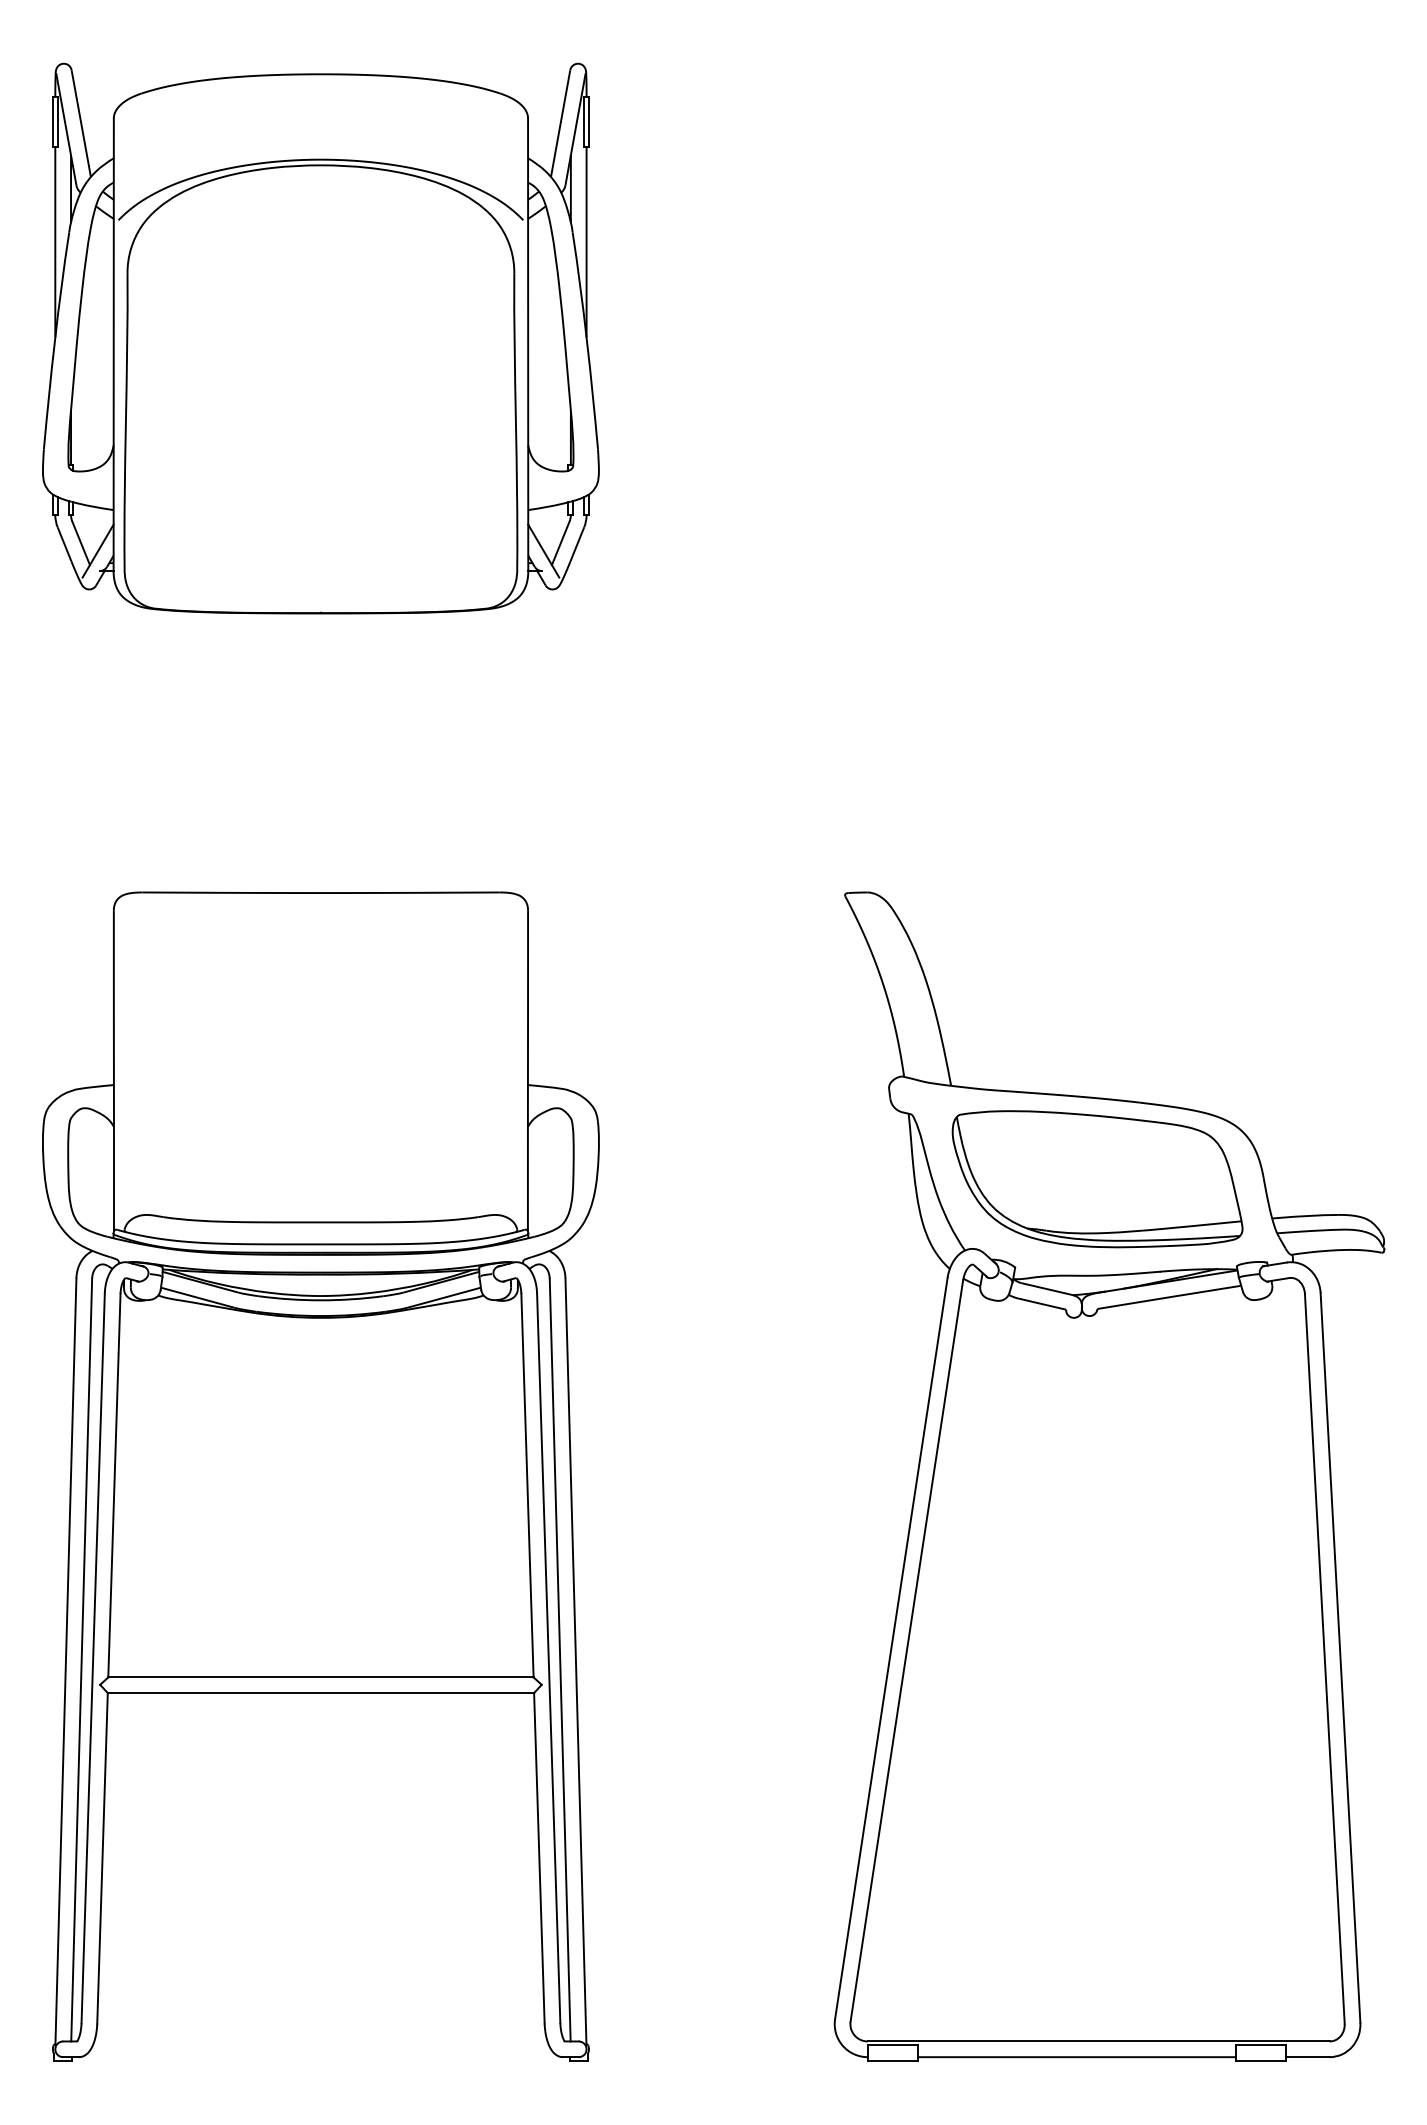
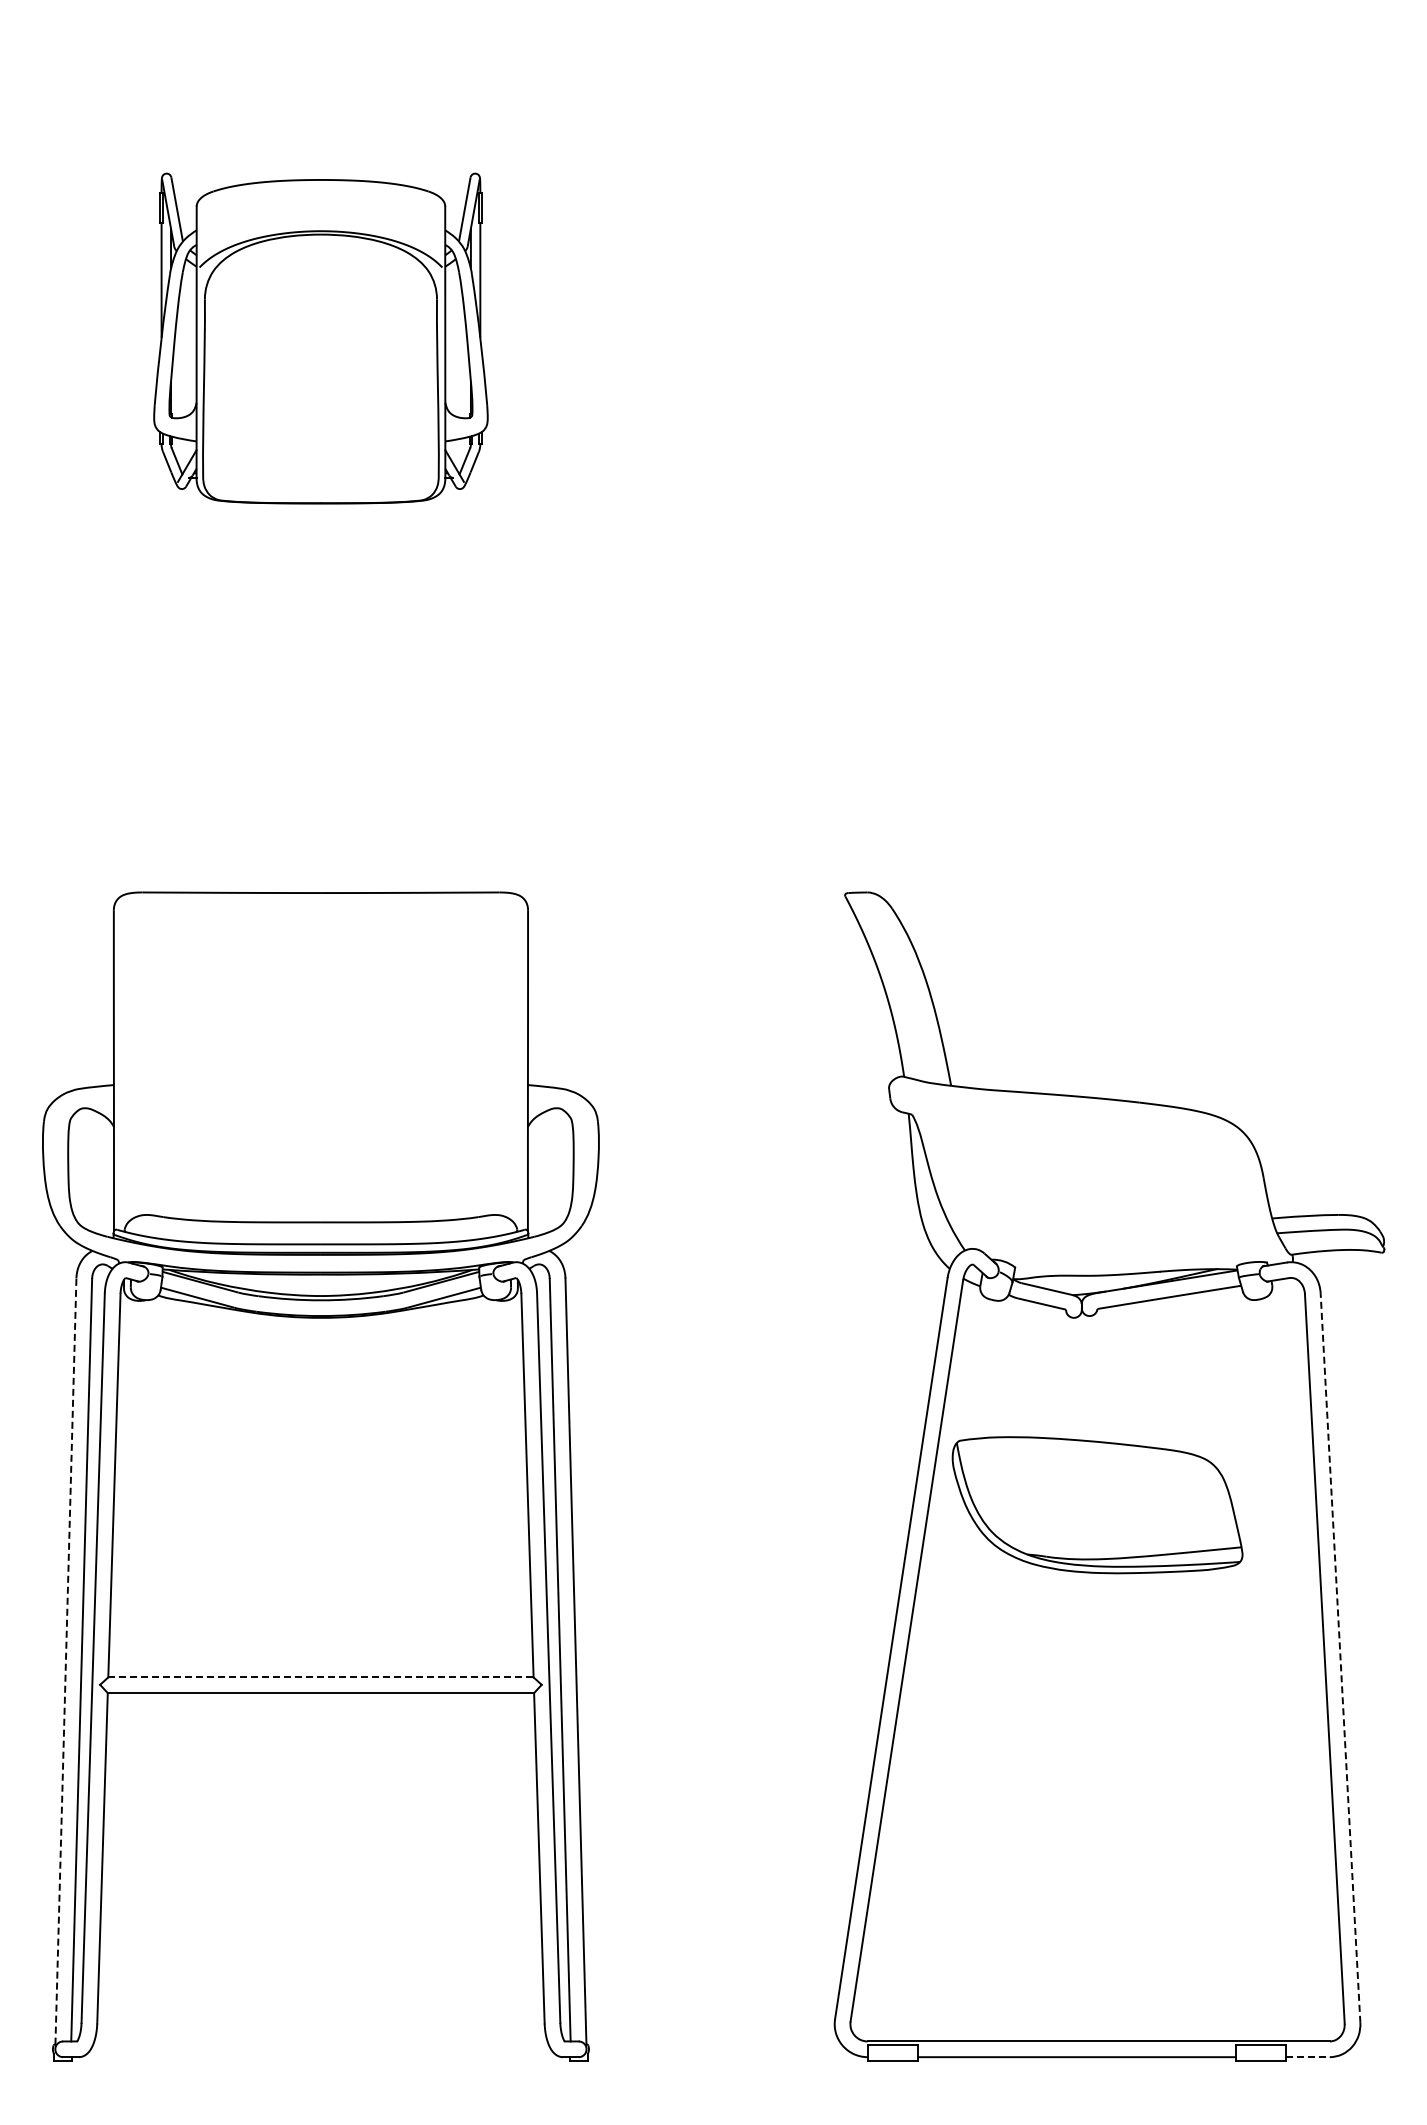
part at (320, 338) size: 558x553 px -> 336x333 px
part at (1097, 1179) position: (1097, 1179) -> (1097, 1505)
line at (1340, 1657): solid -> dashed
line at (65, 1661): solid -> dashed
line at (320, 1677): solid -> dashed
line at (1307, 2057): solid -> dashed
